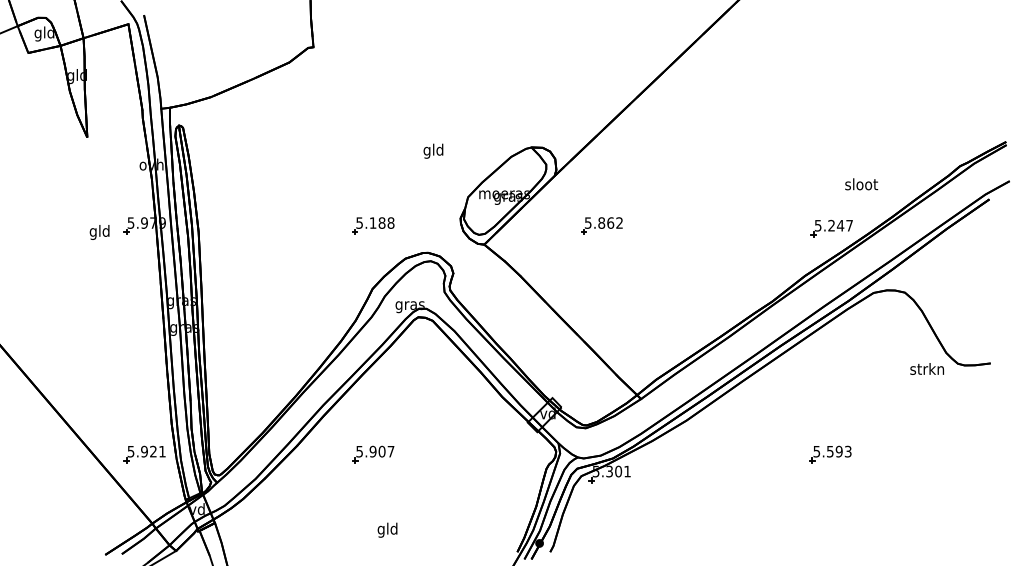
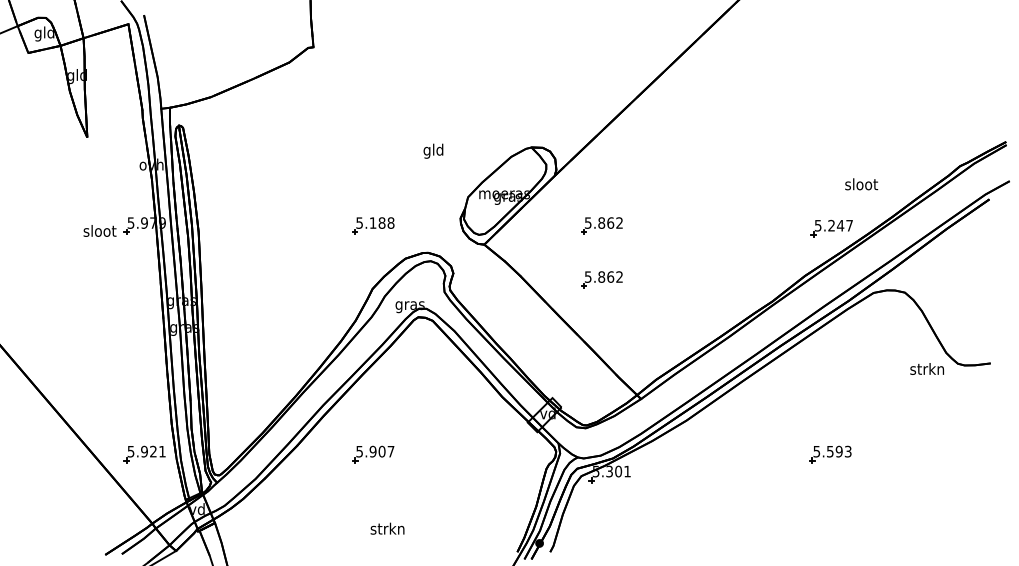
text at (99, 232): gld -> sloot
part at (601, 279): none -> present
text at (387, 529): gld -> strkn
